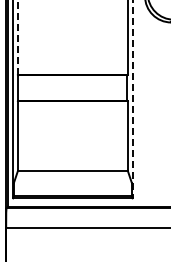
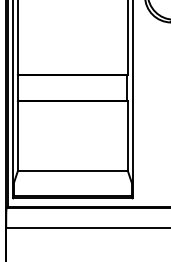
line at (18, 37): dashed -> solid
line at (132, 99): dashed -> solid
